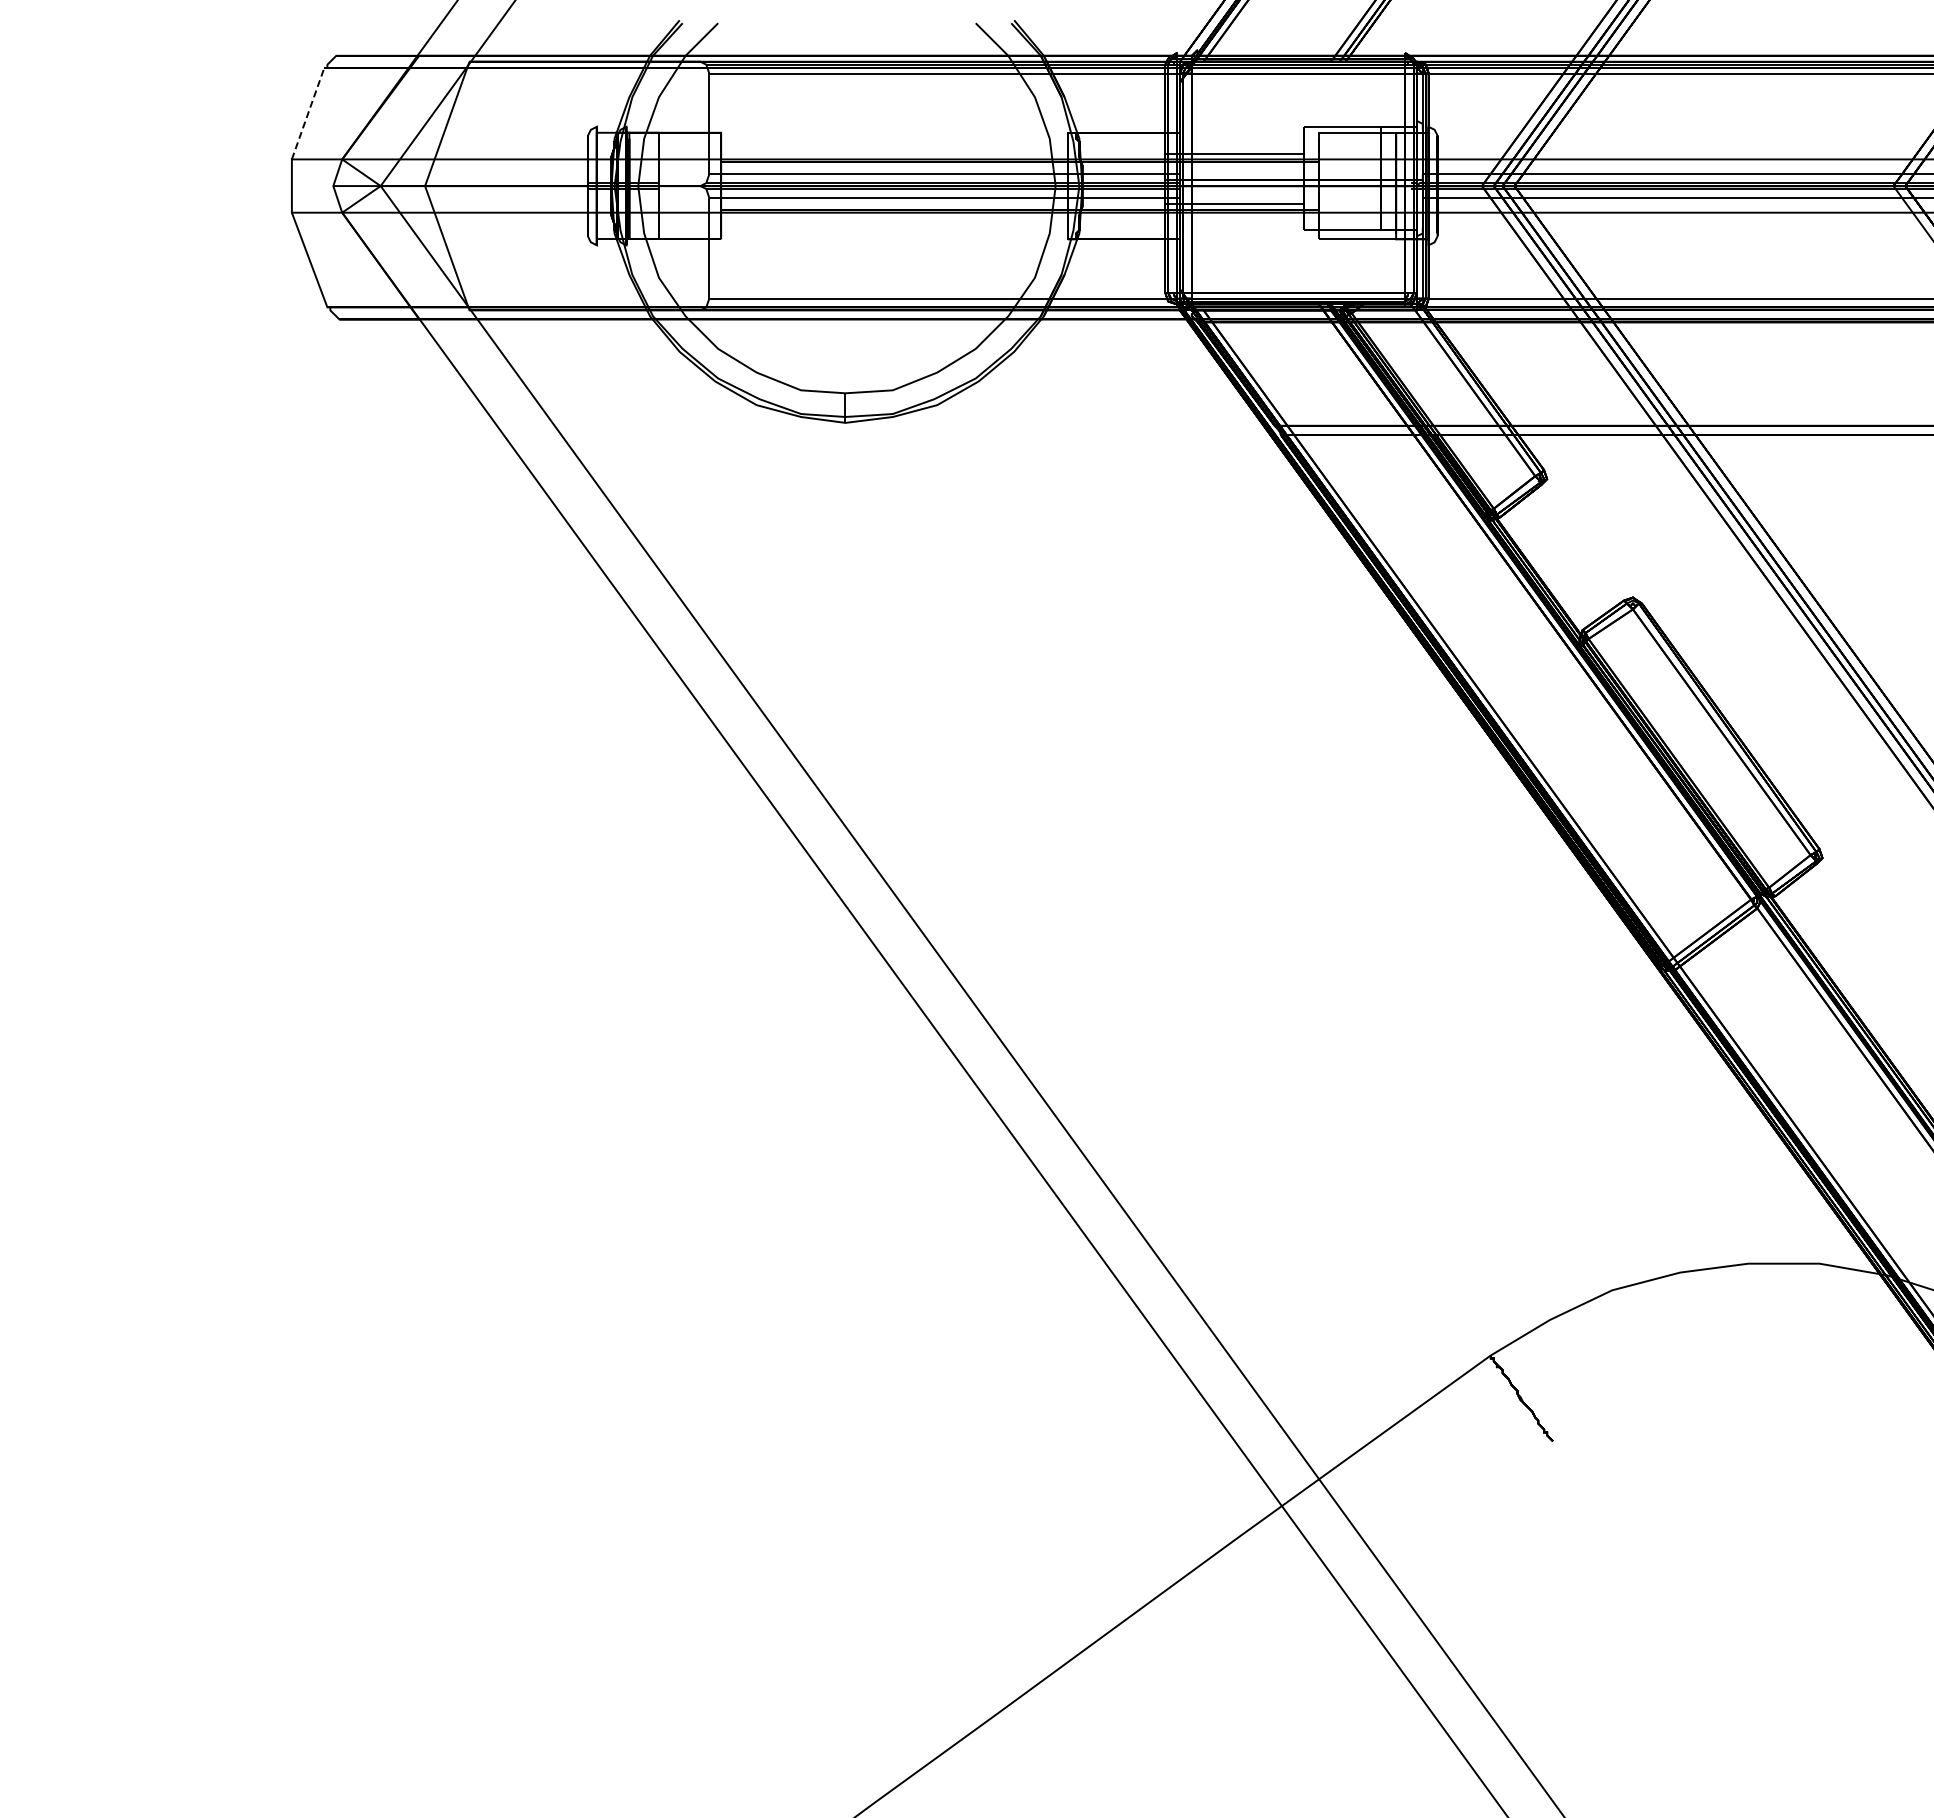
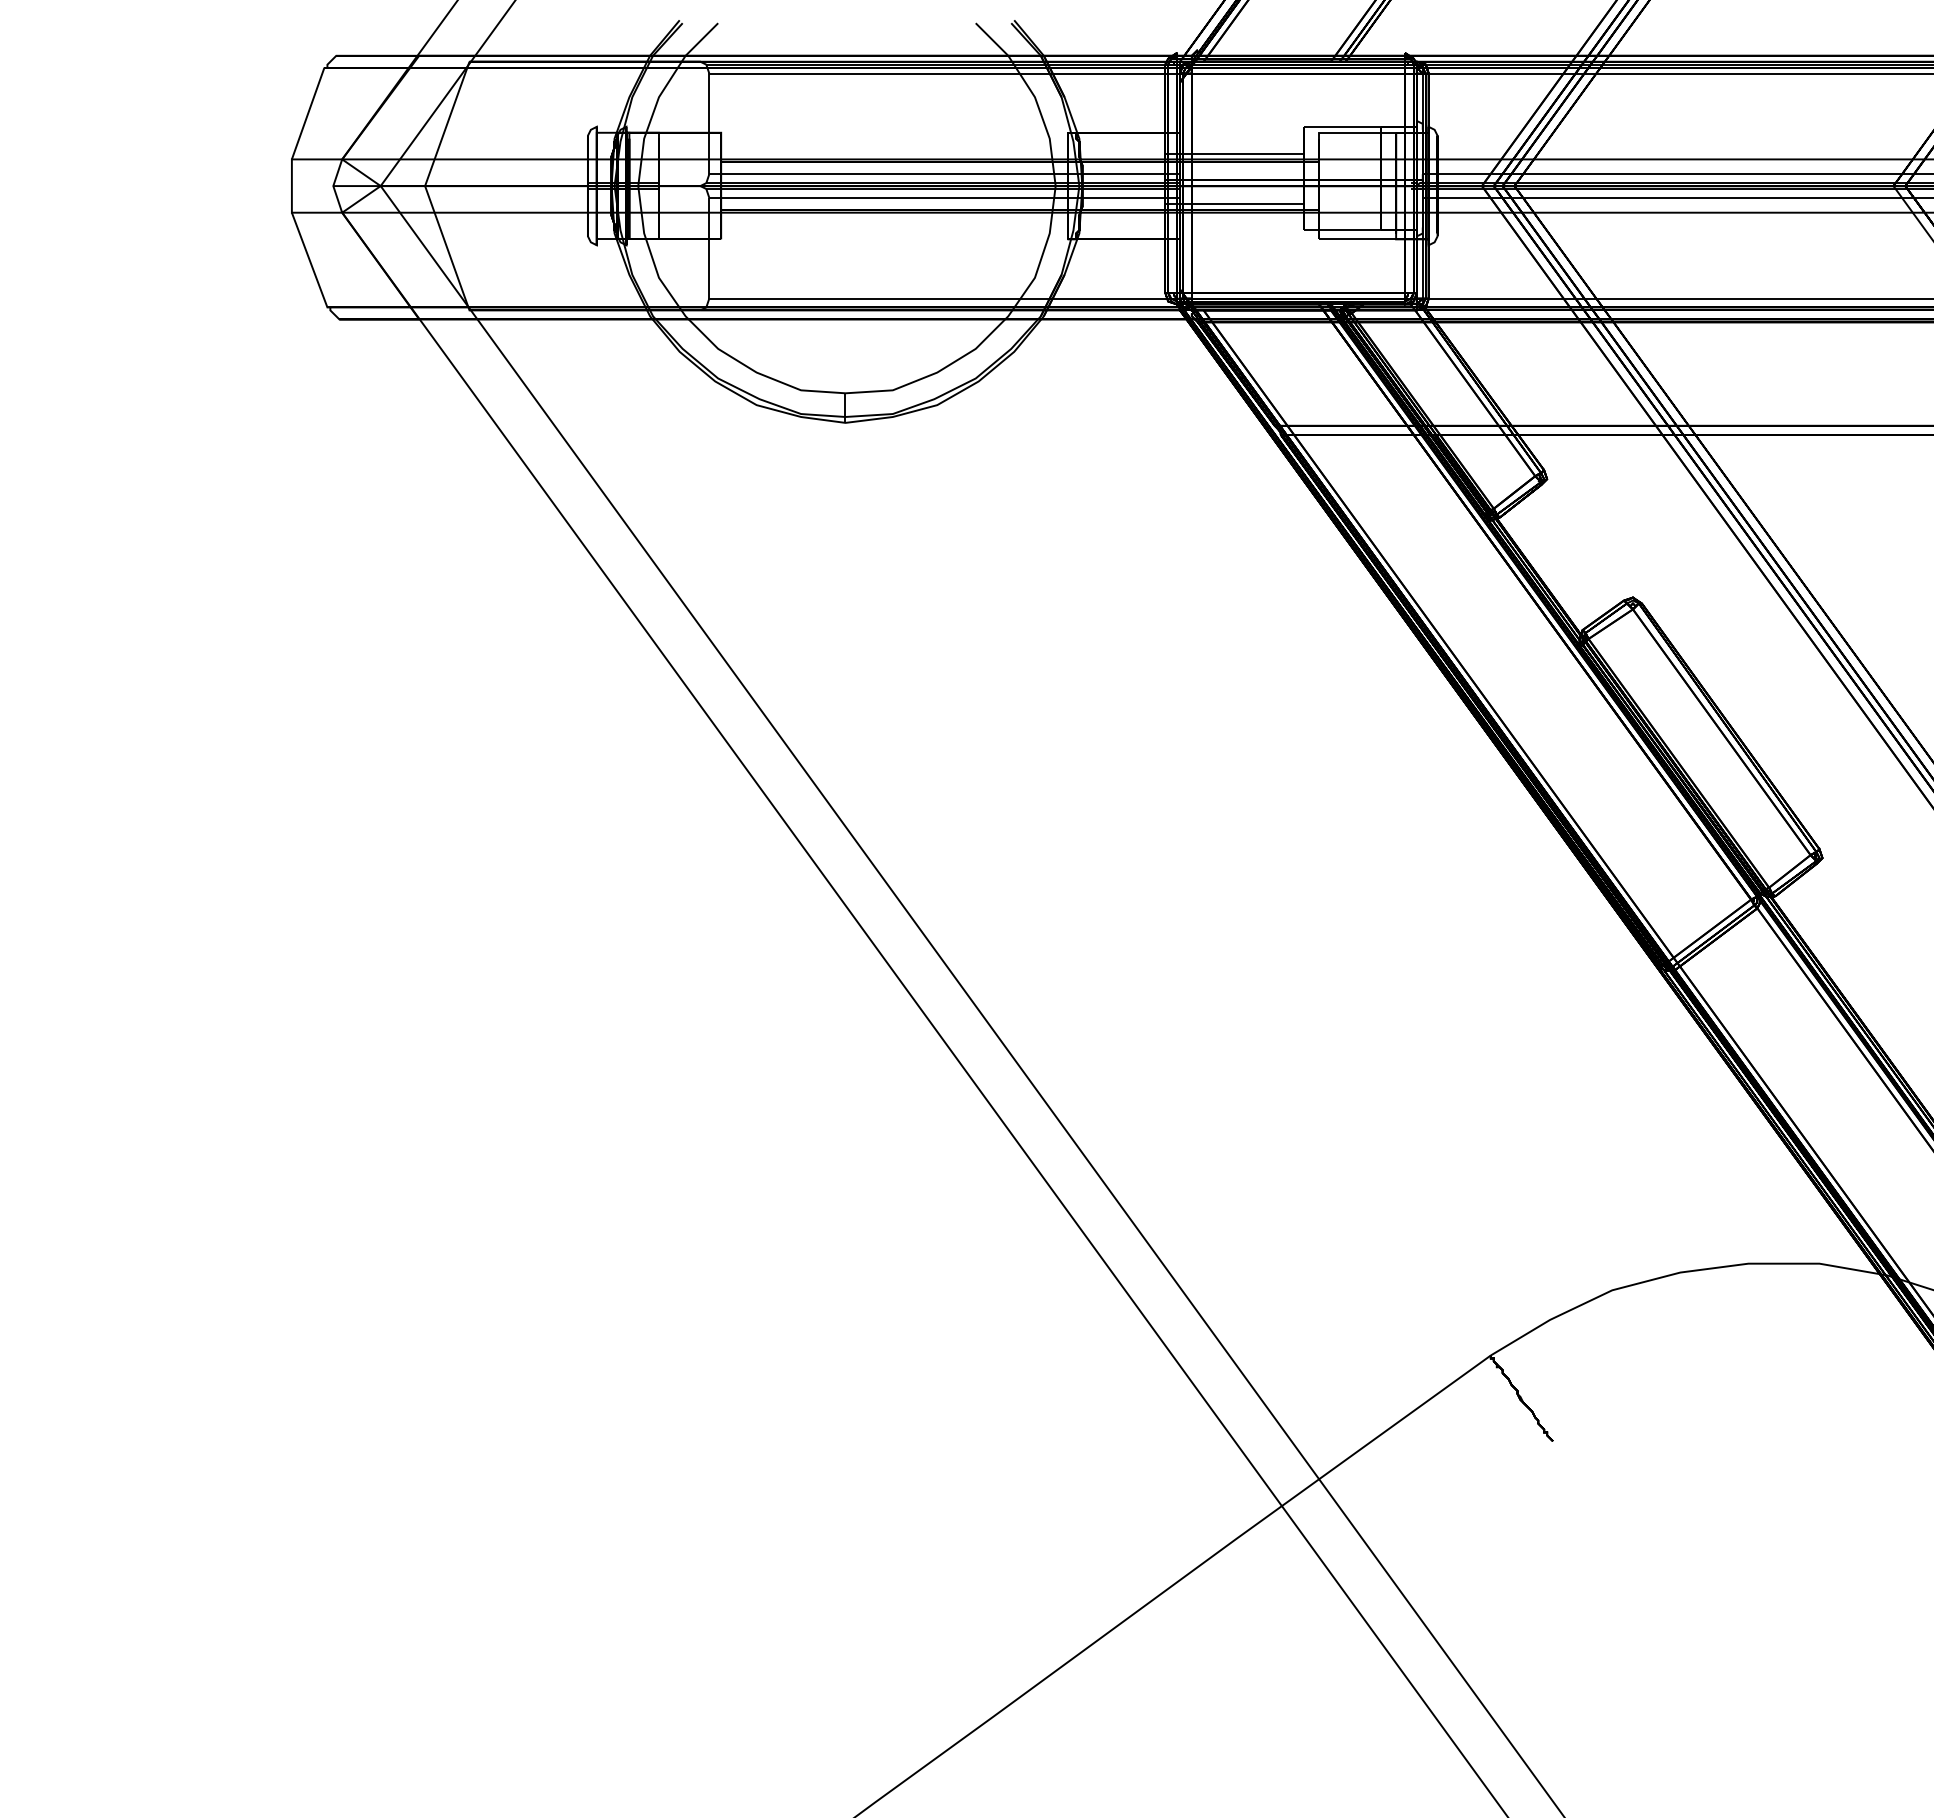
line at (308, 113): dashed -> solid
